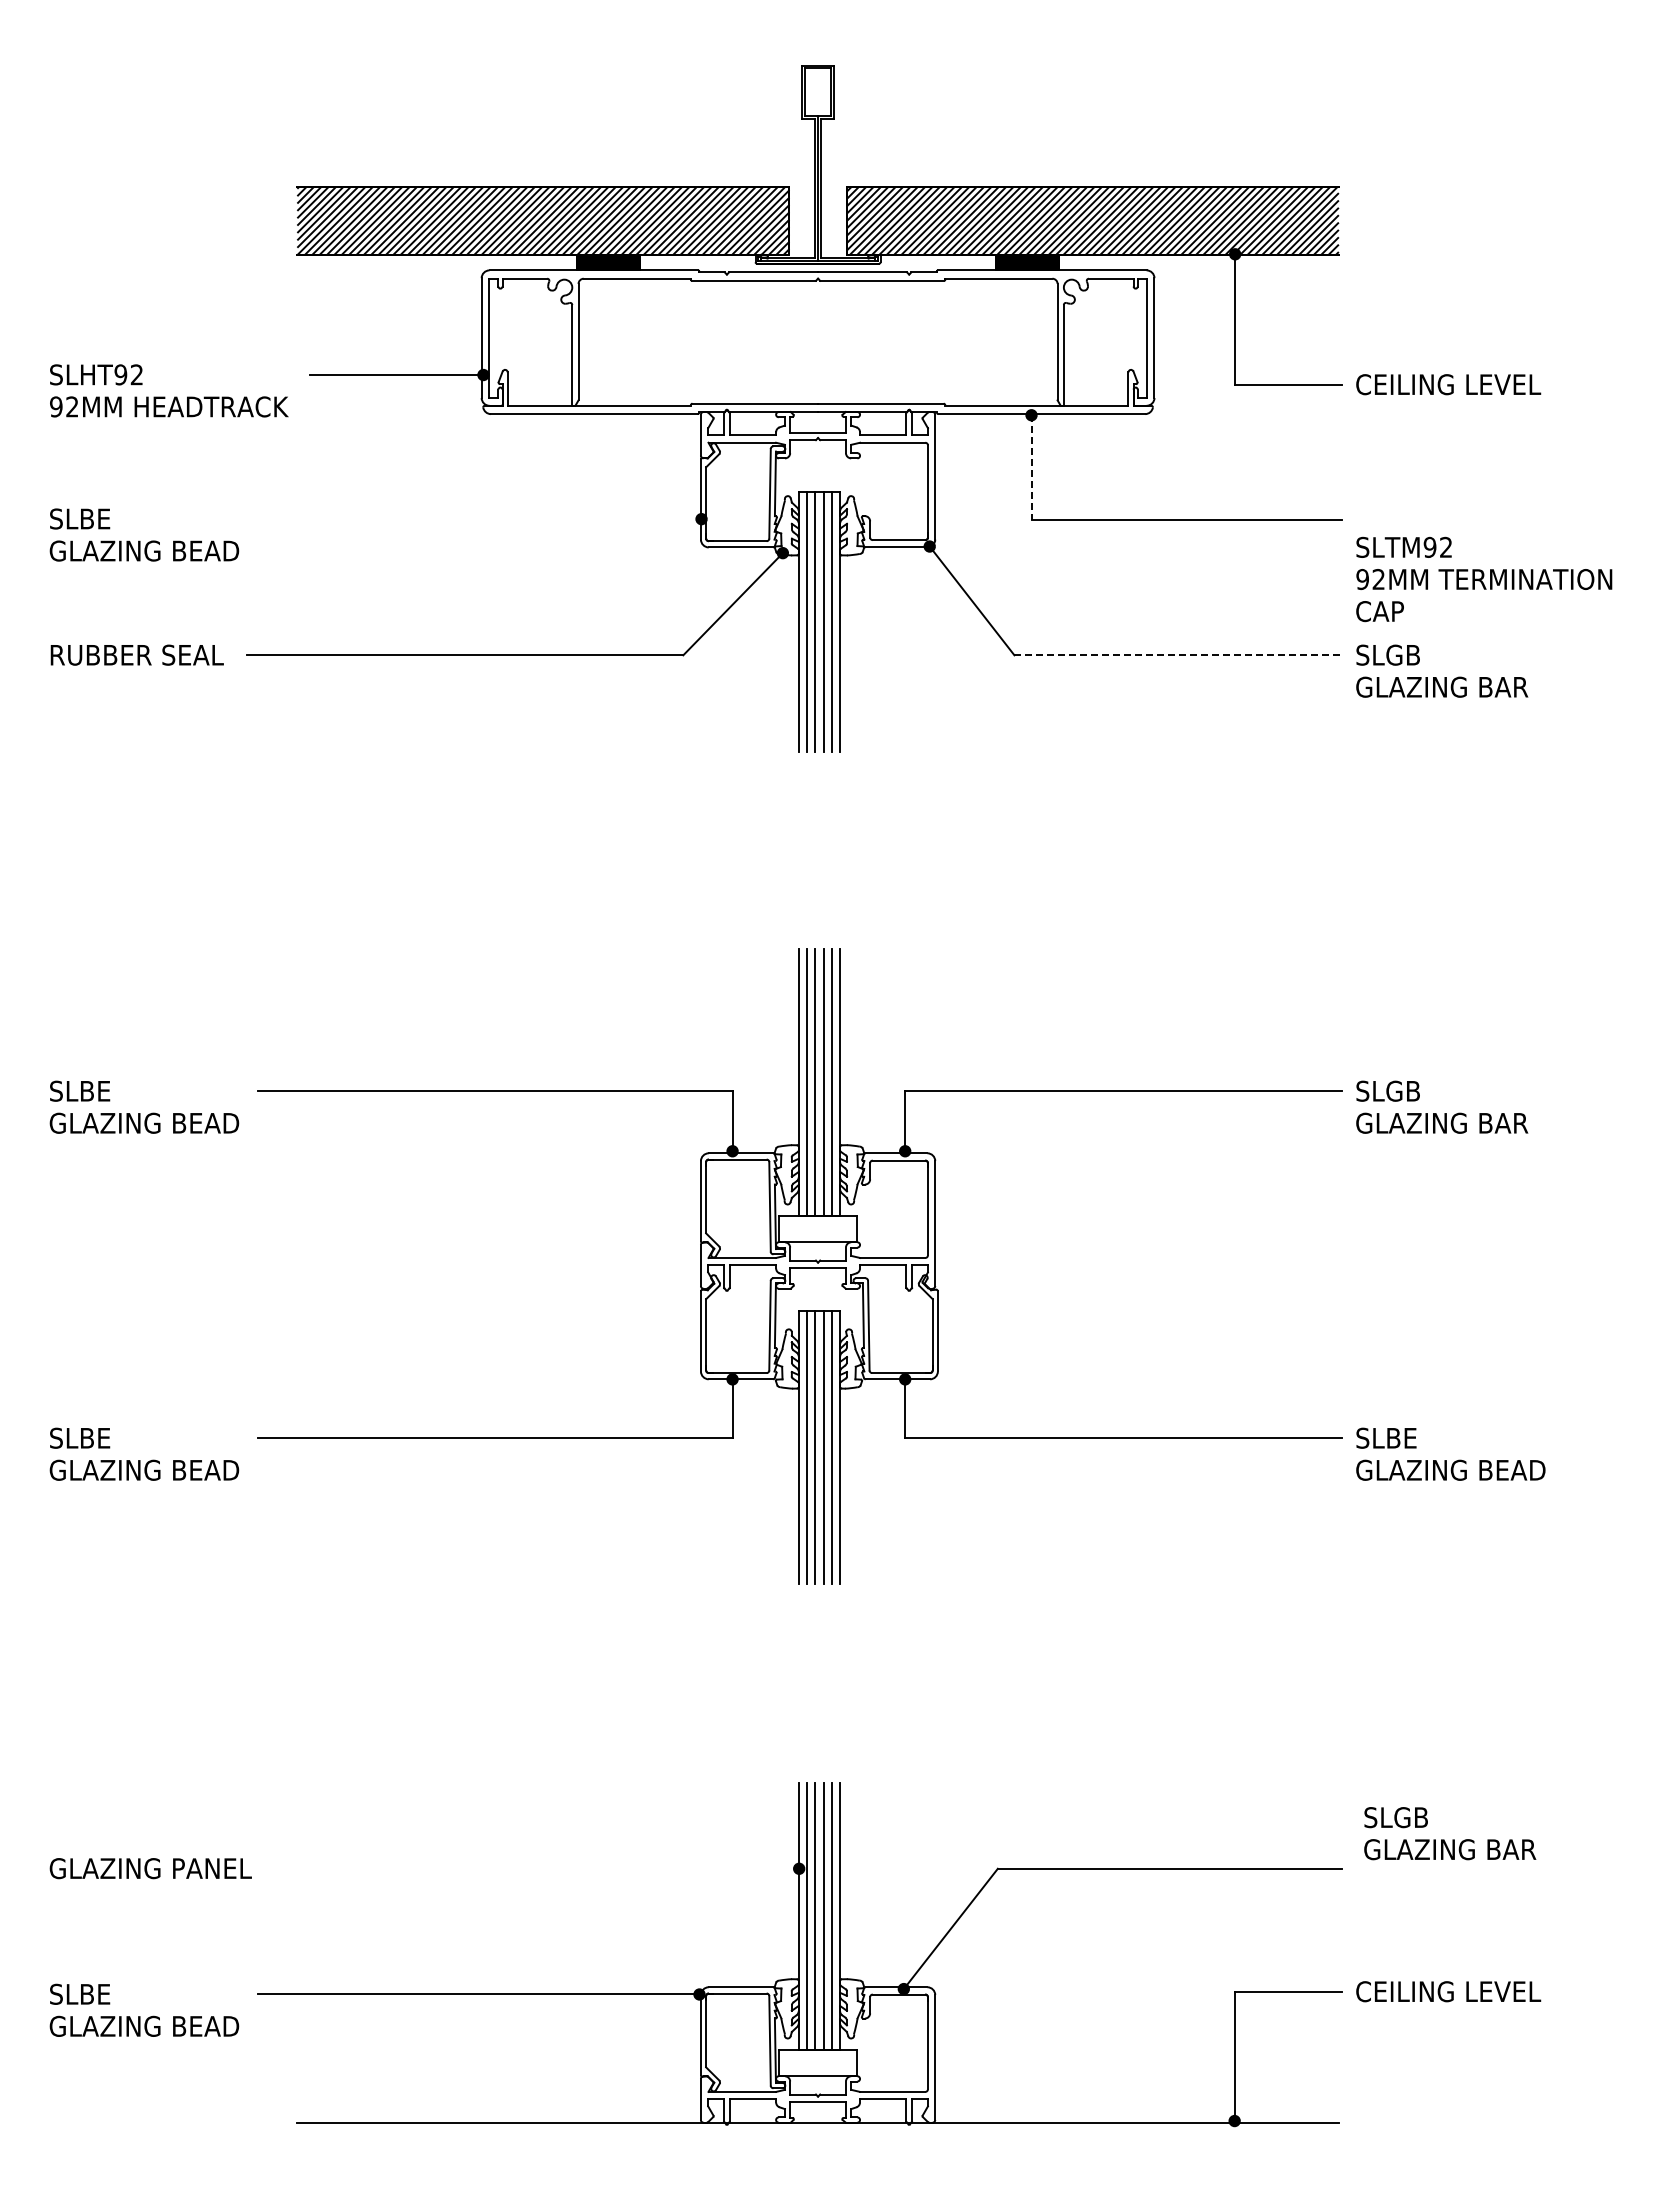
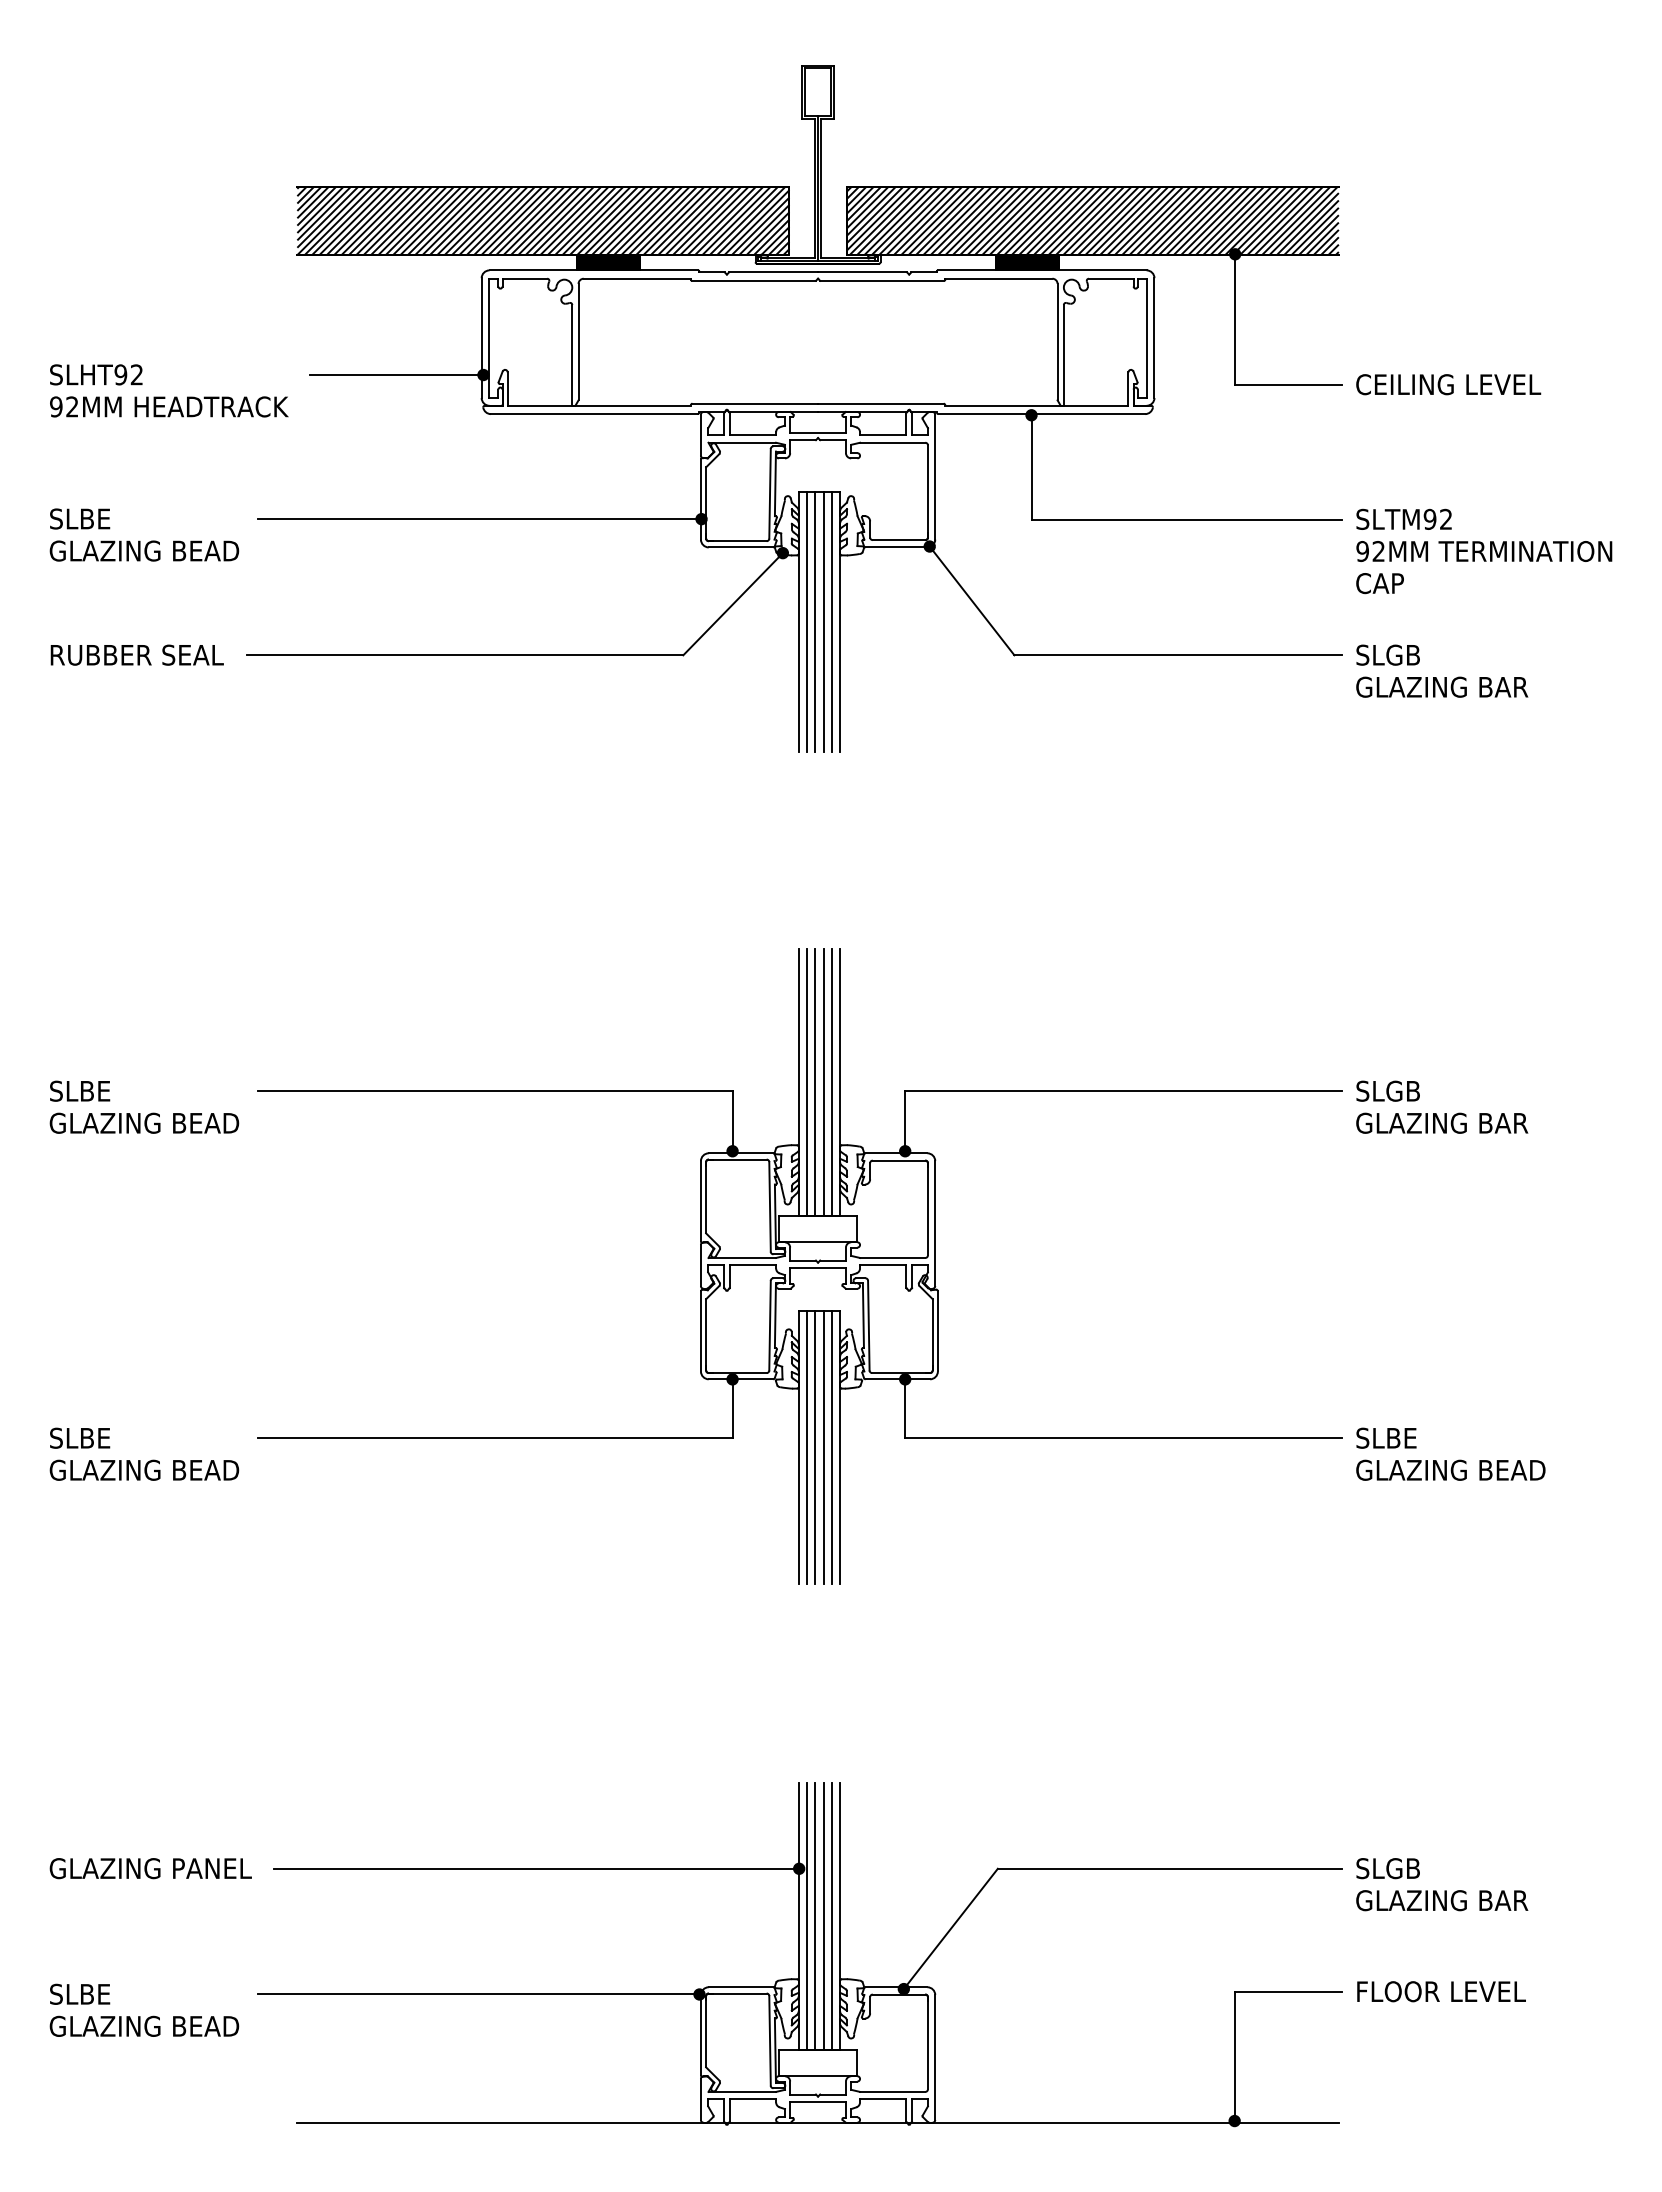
line at (1031, 467): dashed -> solid
line at (479, 519): none -> present
text at (1484, 579) position: (1484, 579) -> (1484, 551)
line at (1178, 655): dashed -> solid
text at (1450, 1833) position: (1450, 1833) -> (1442, 1884)
line at (536, 1868): none -> present
text at (1448, 1991): CEILING LEVEL -> FLOOR LEVEL
